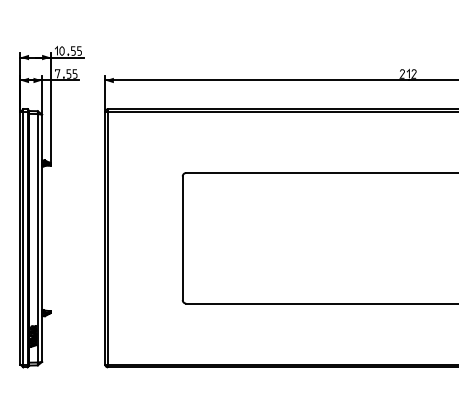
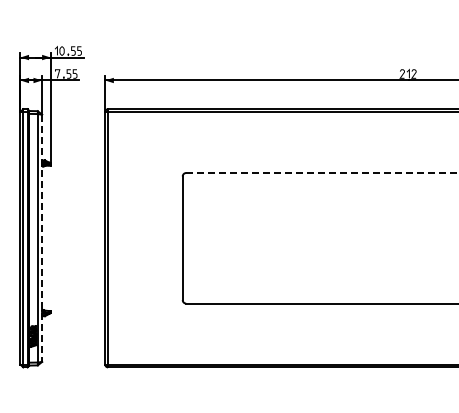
line at (322, 173): solid -> dashed
line at (42, 238): solid -> dashed
